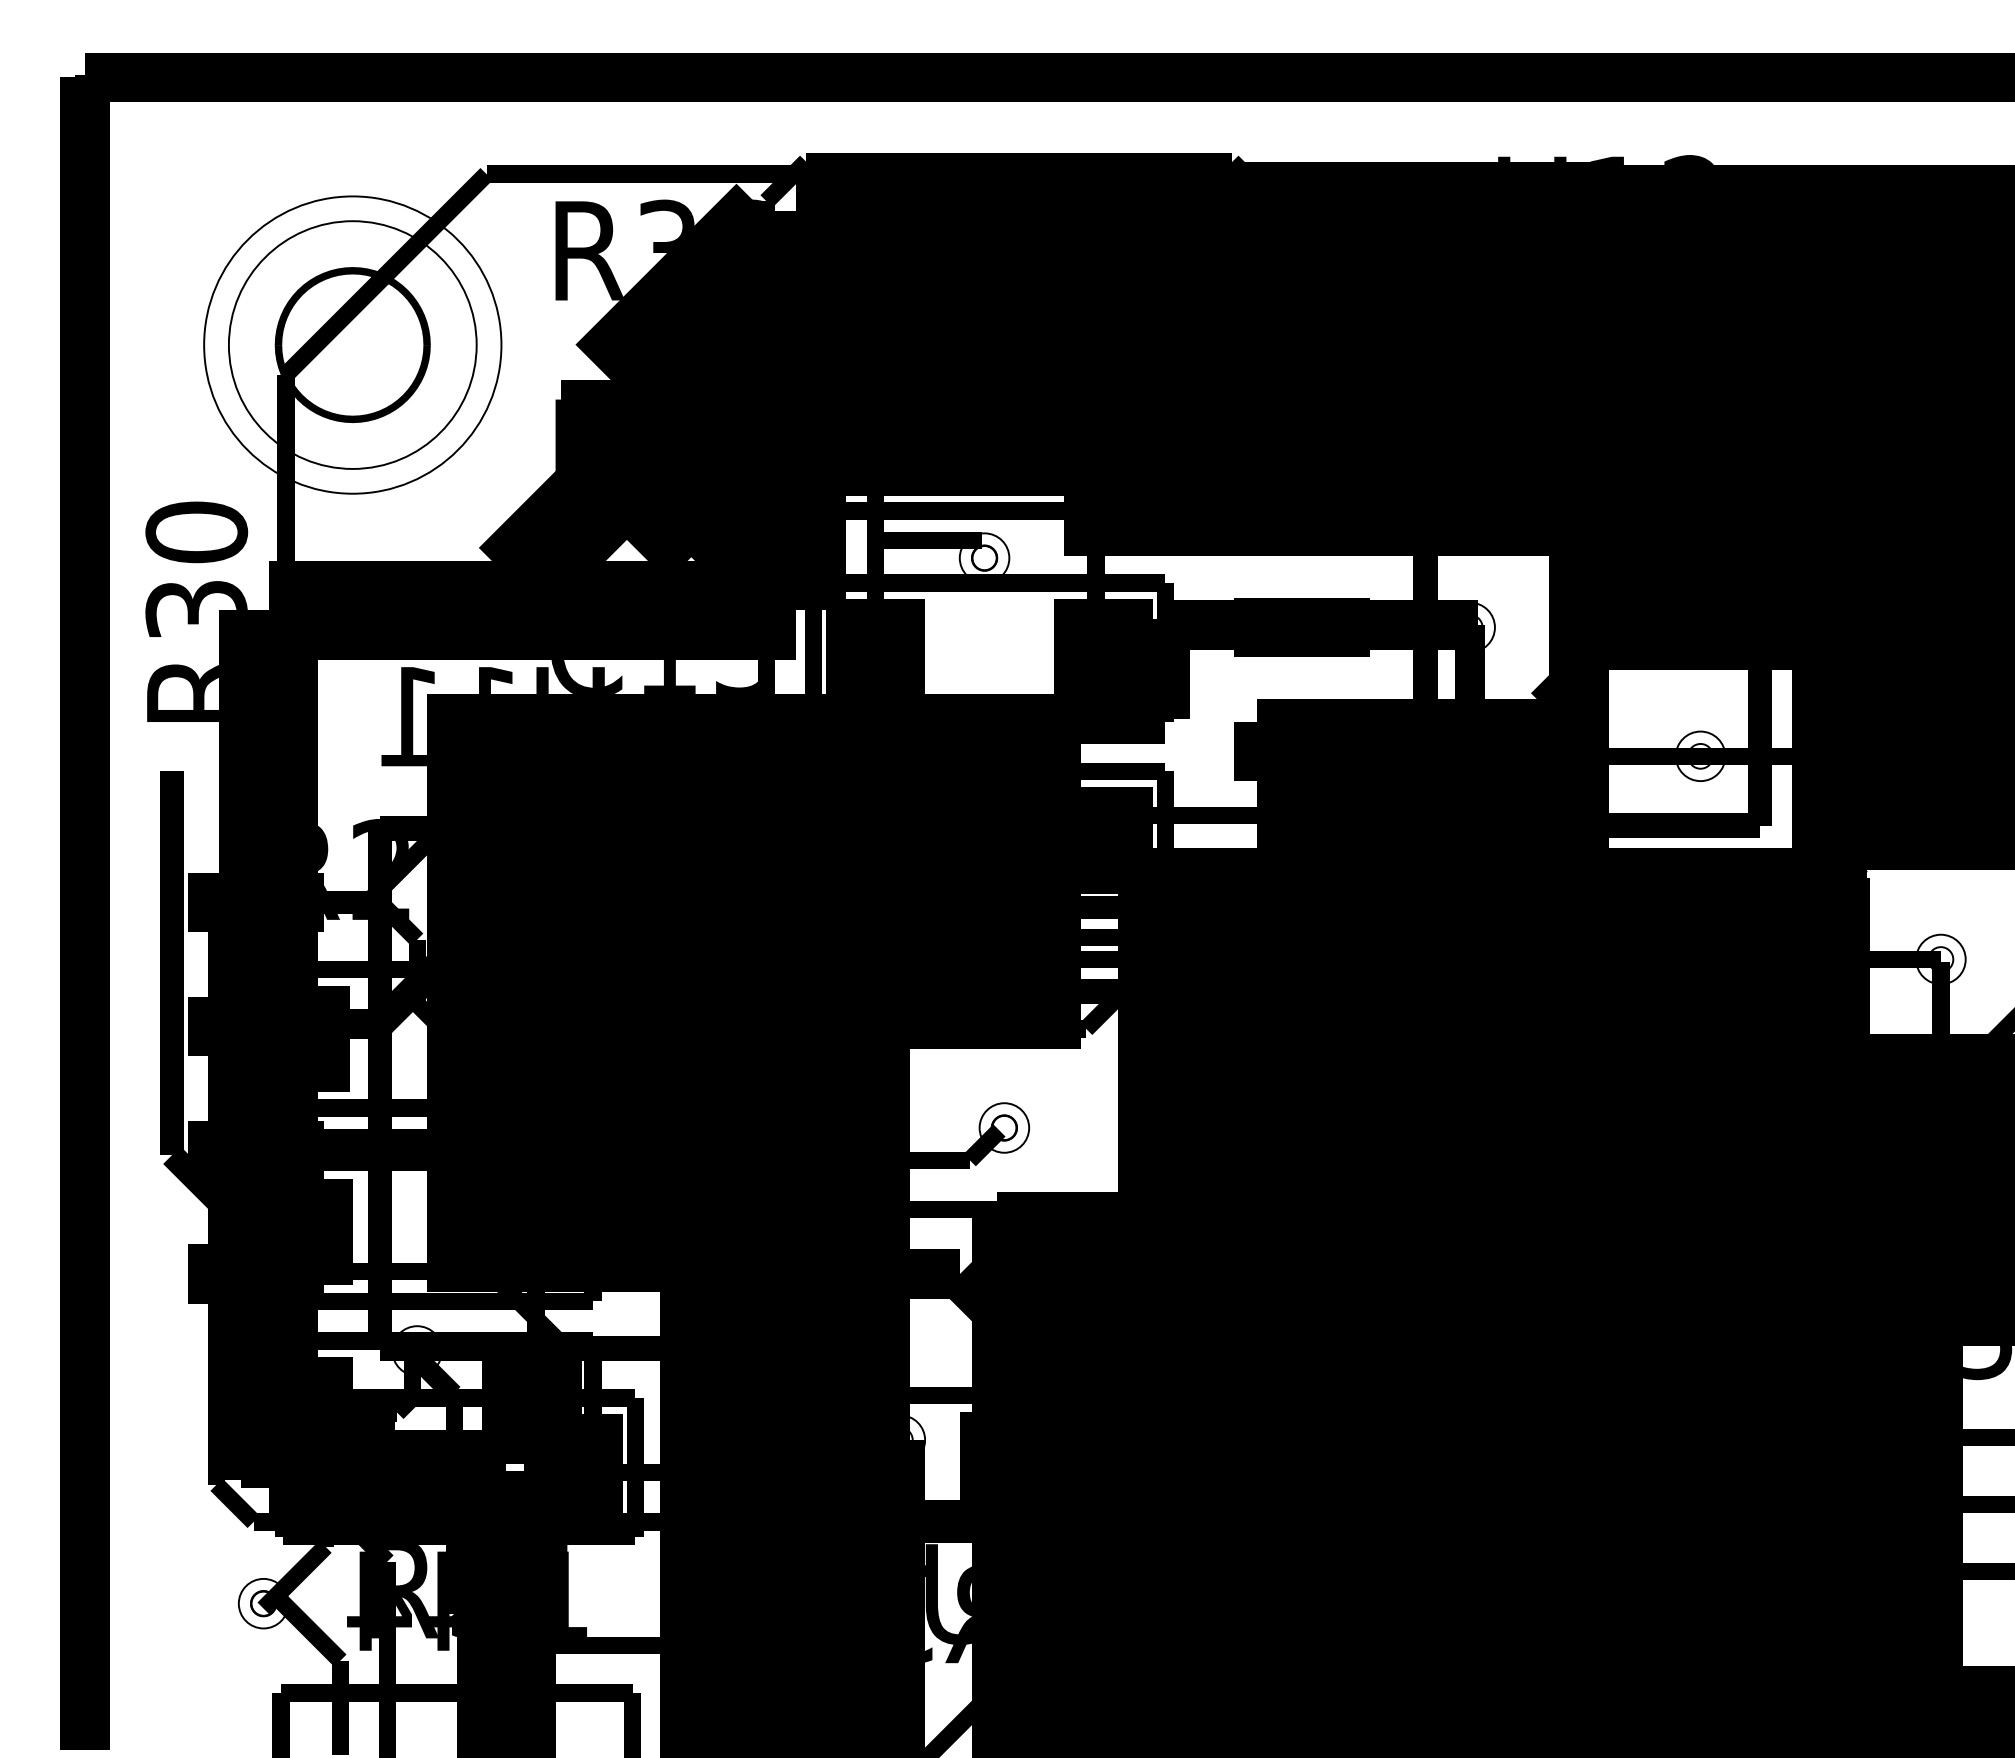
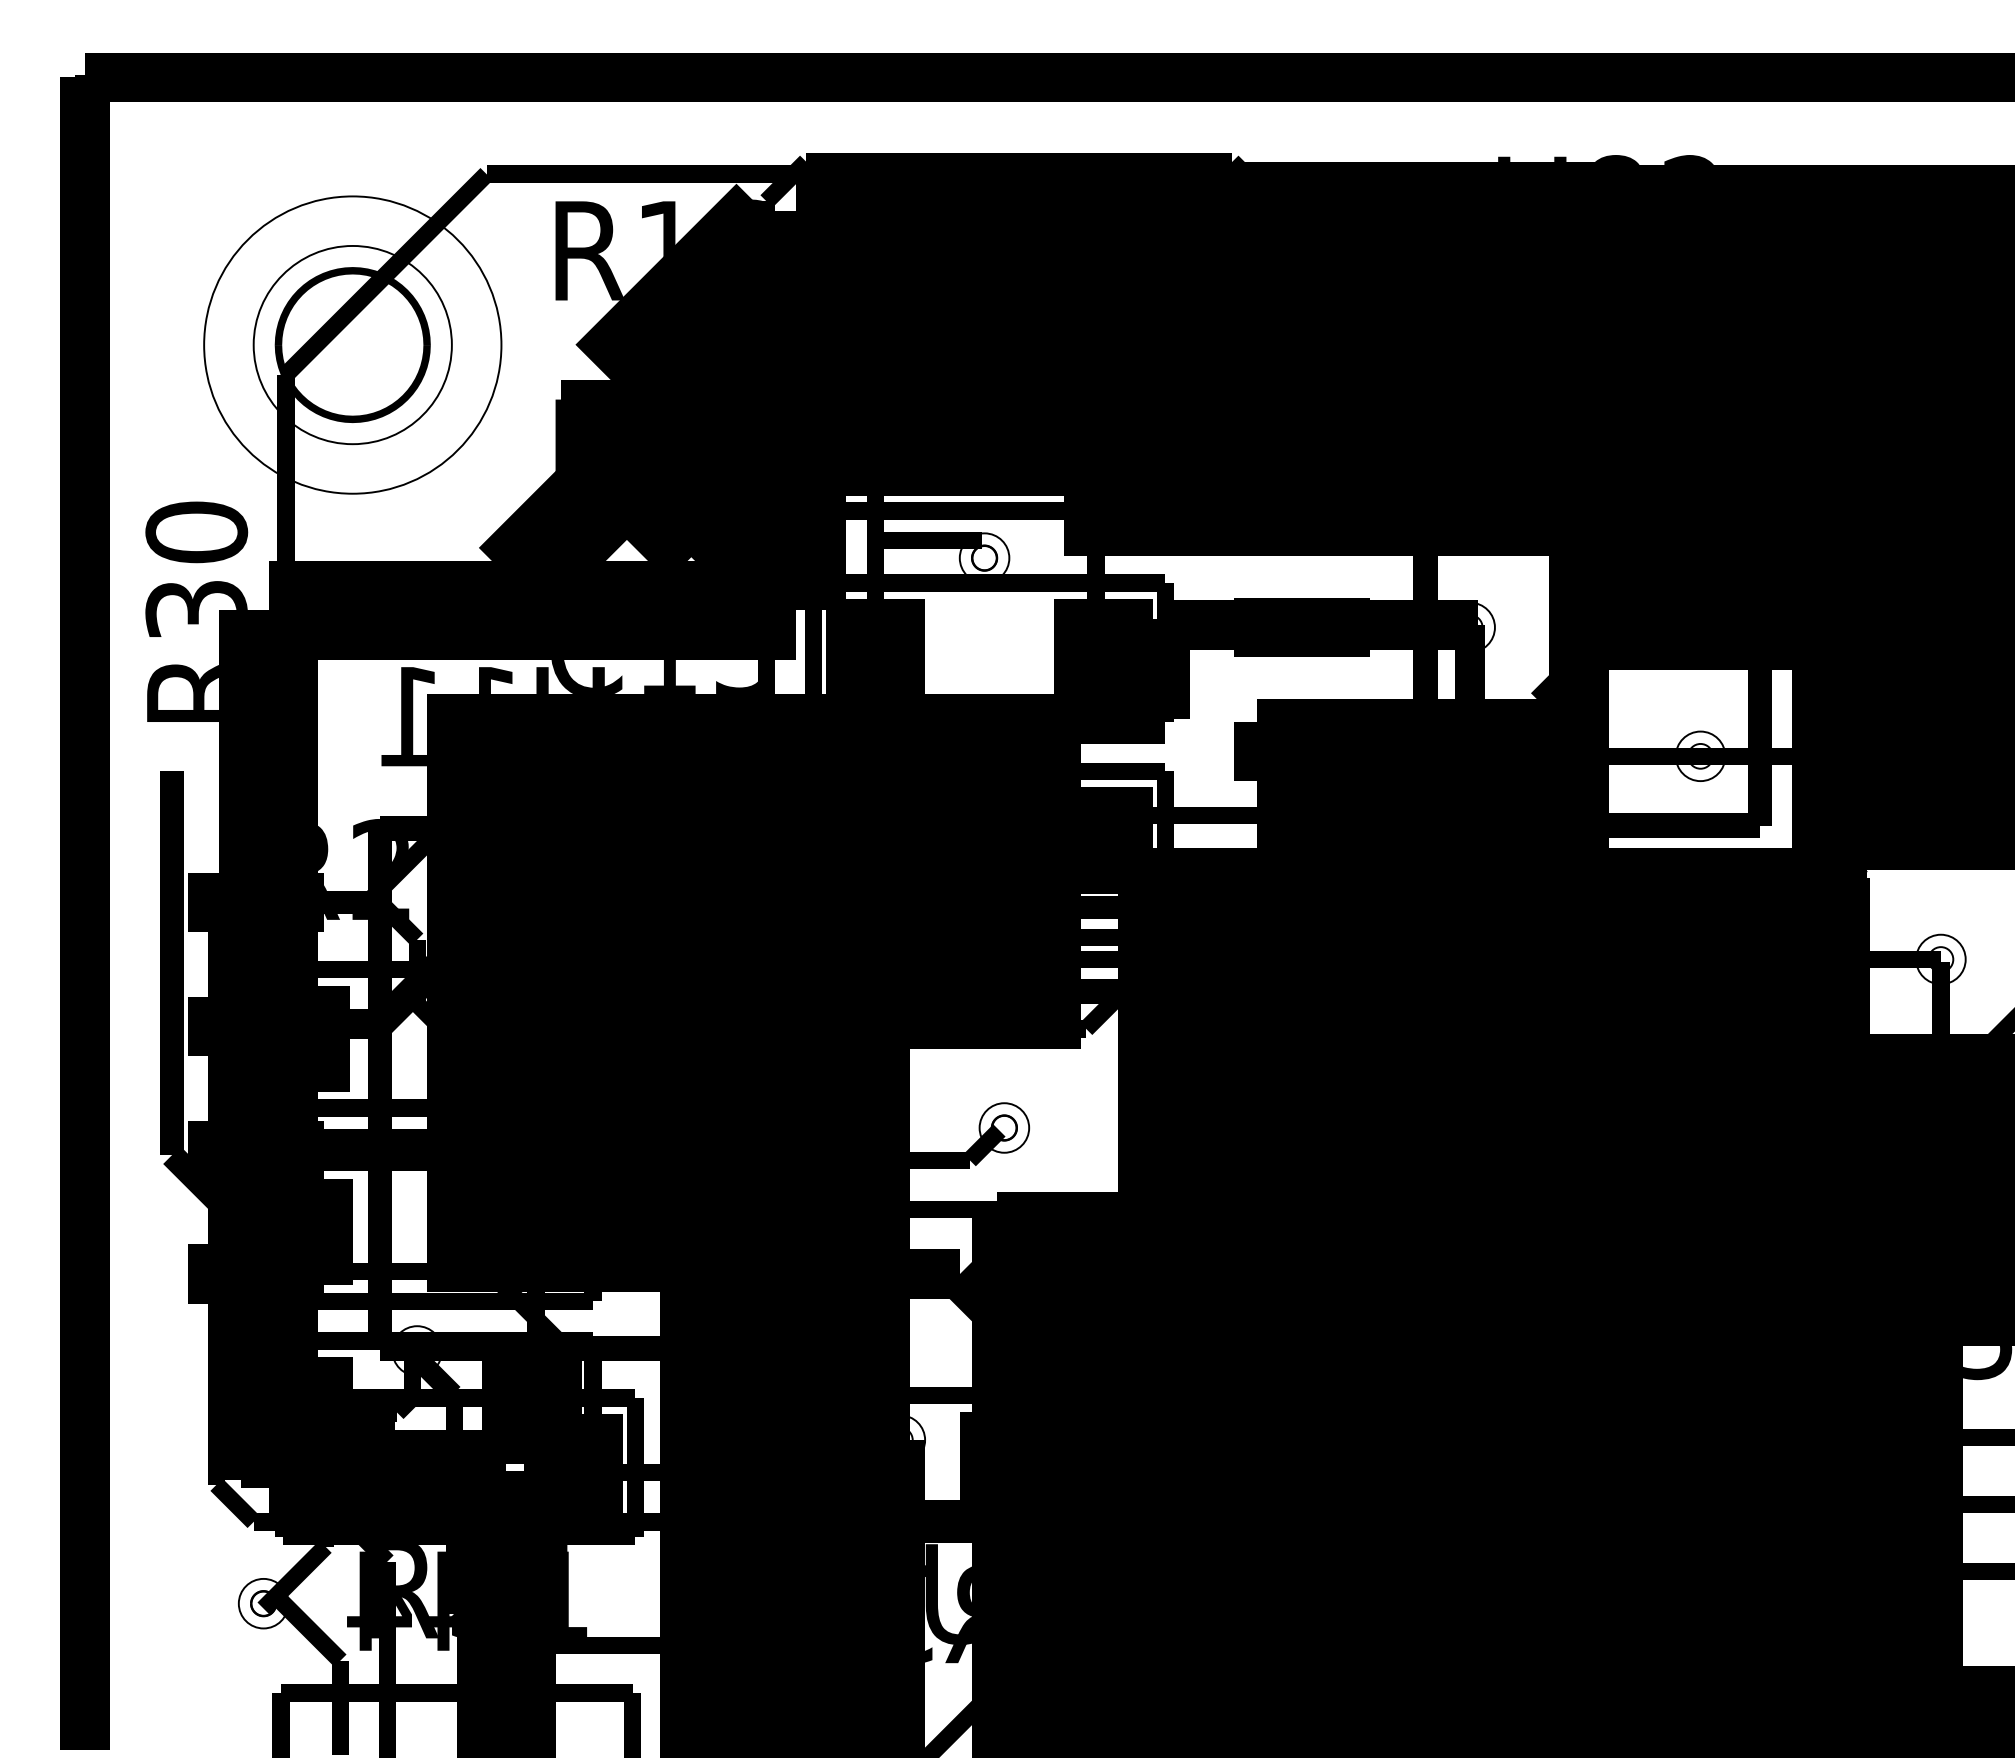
text at (1614, 159): U12 -> U82
text at (667, 227): R36 -> R16
circle at (352, 344) diameter: 248 px -> 198 px
